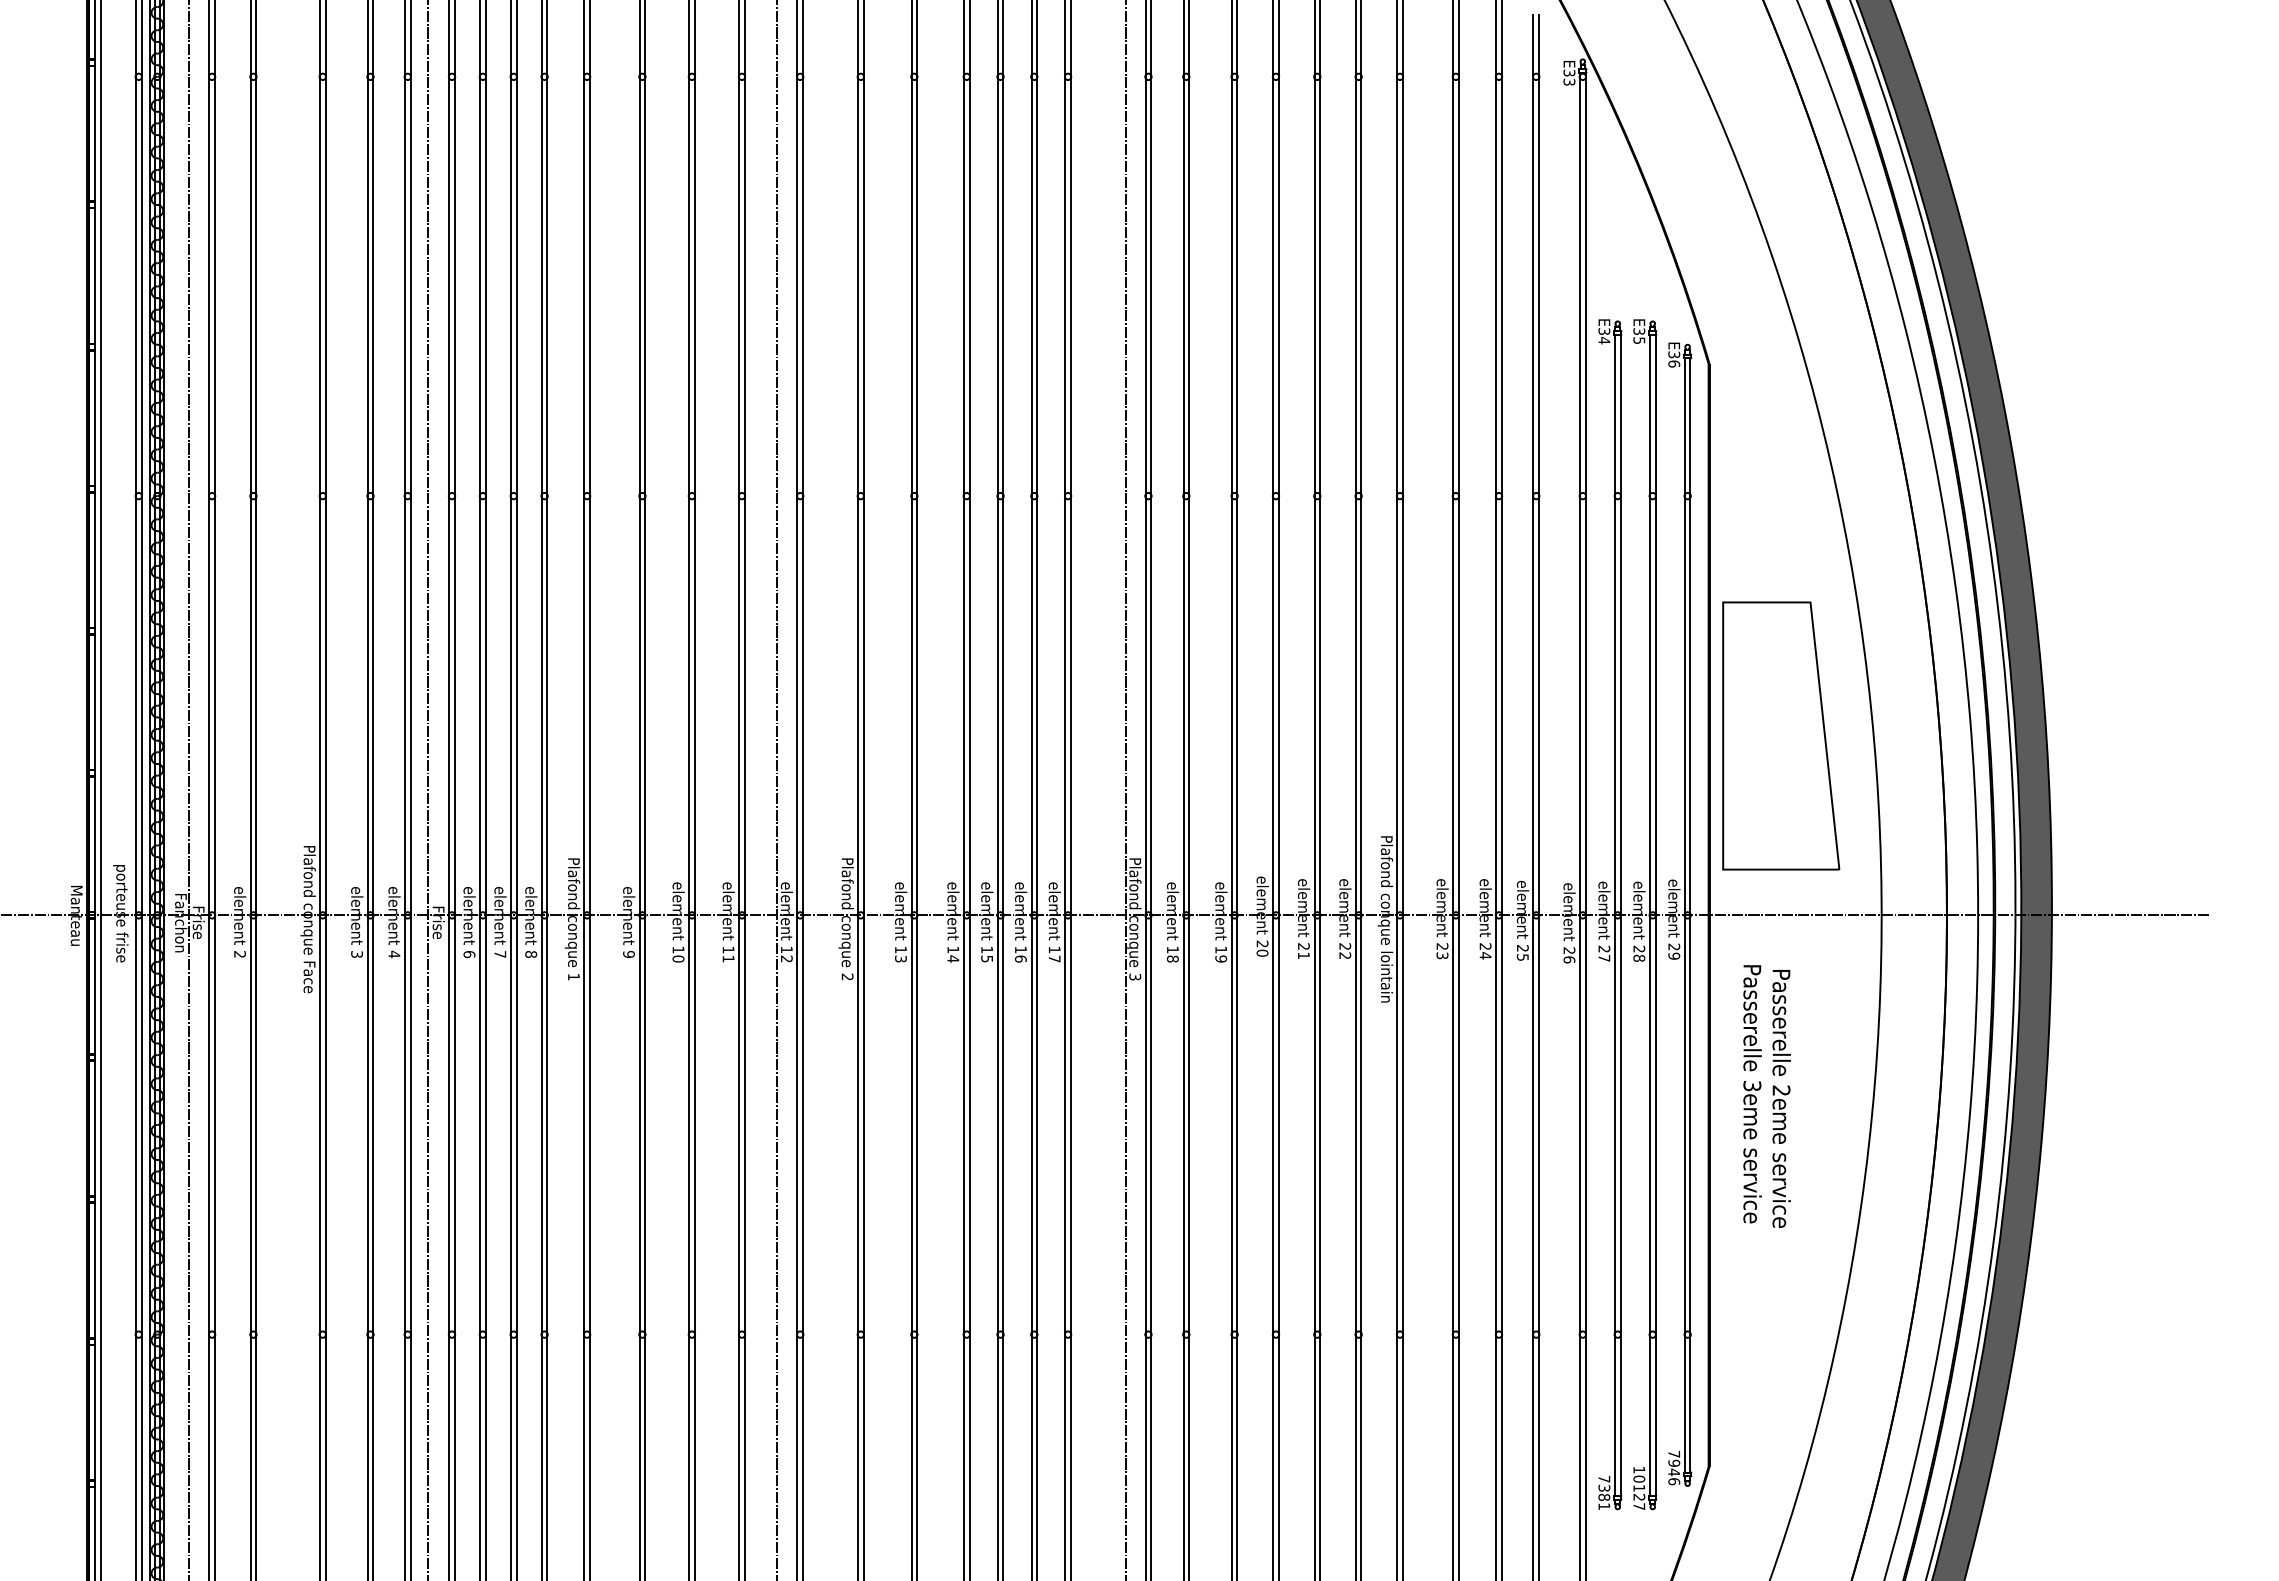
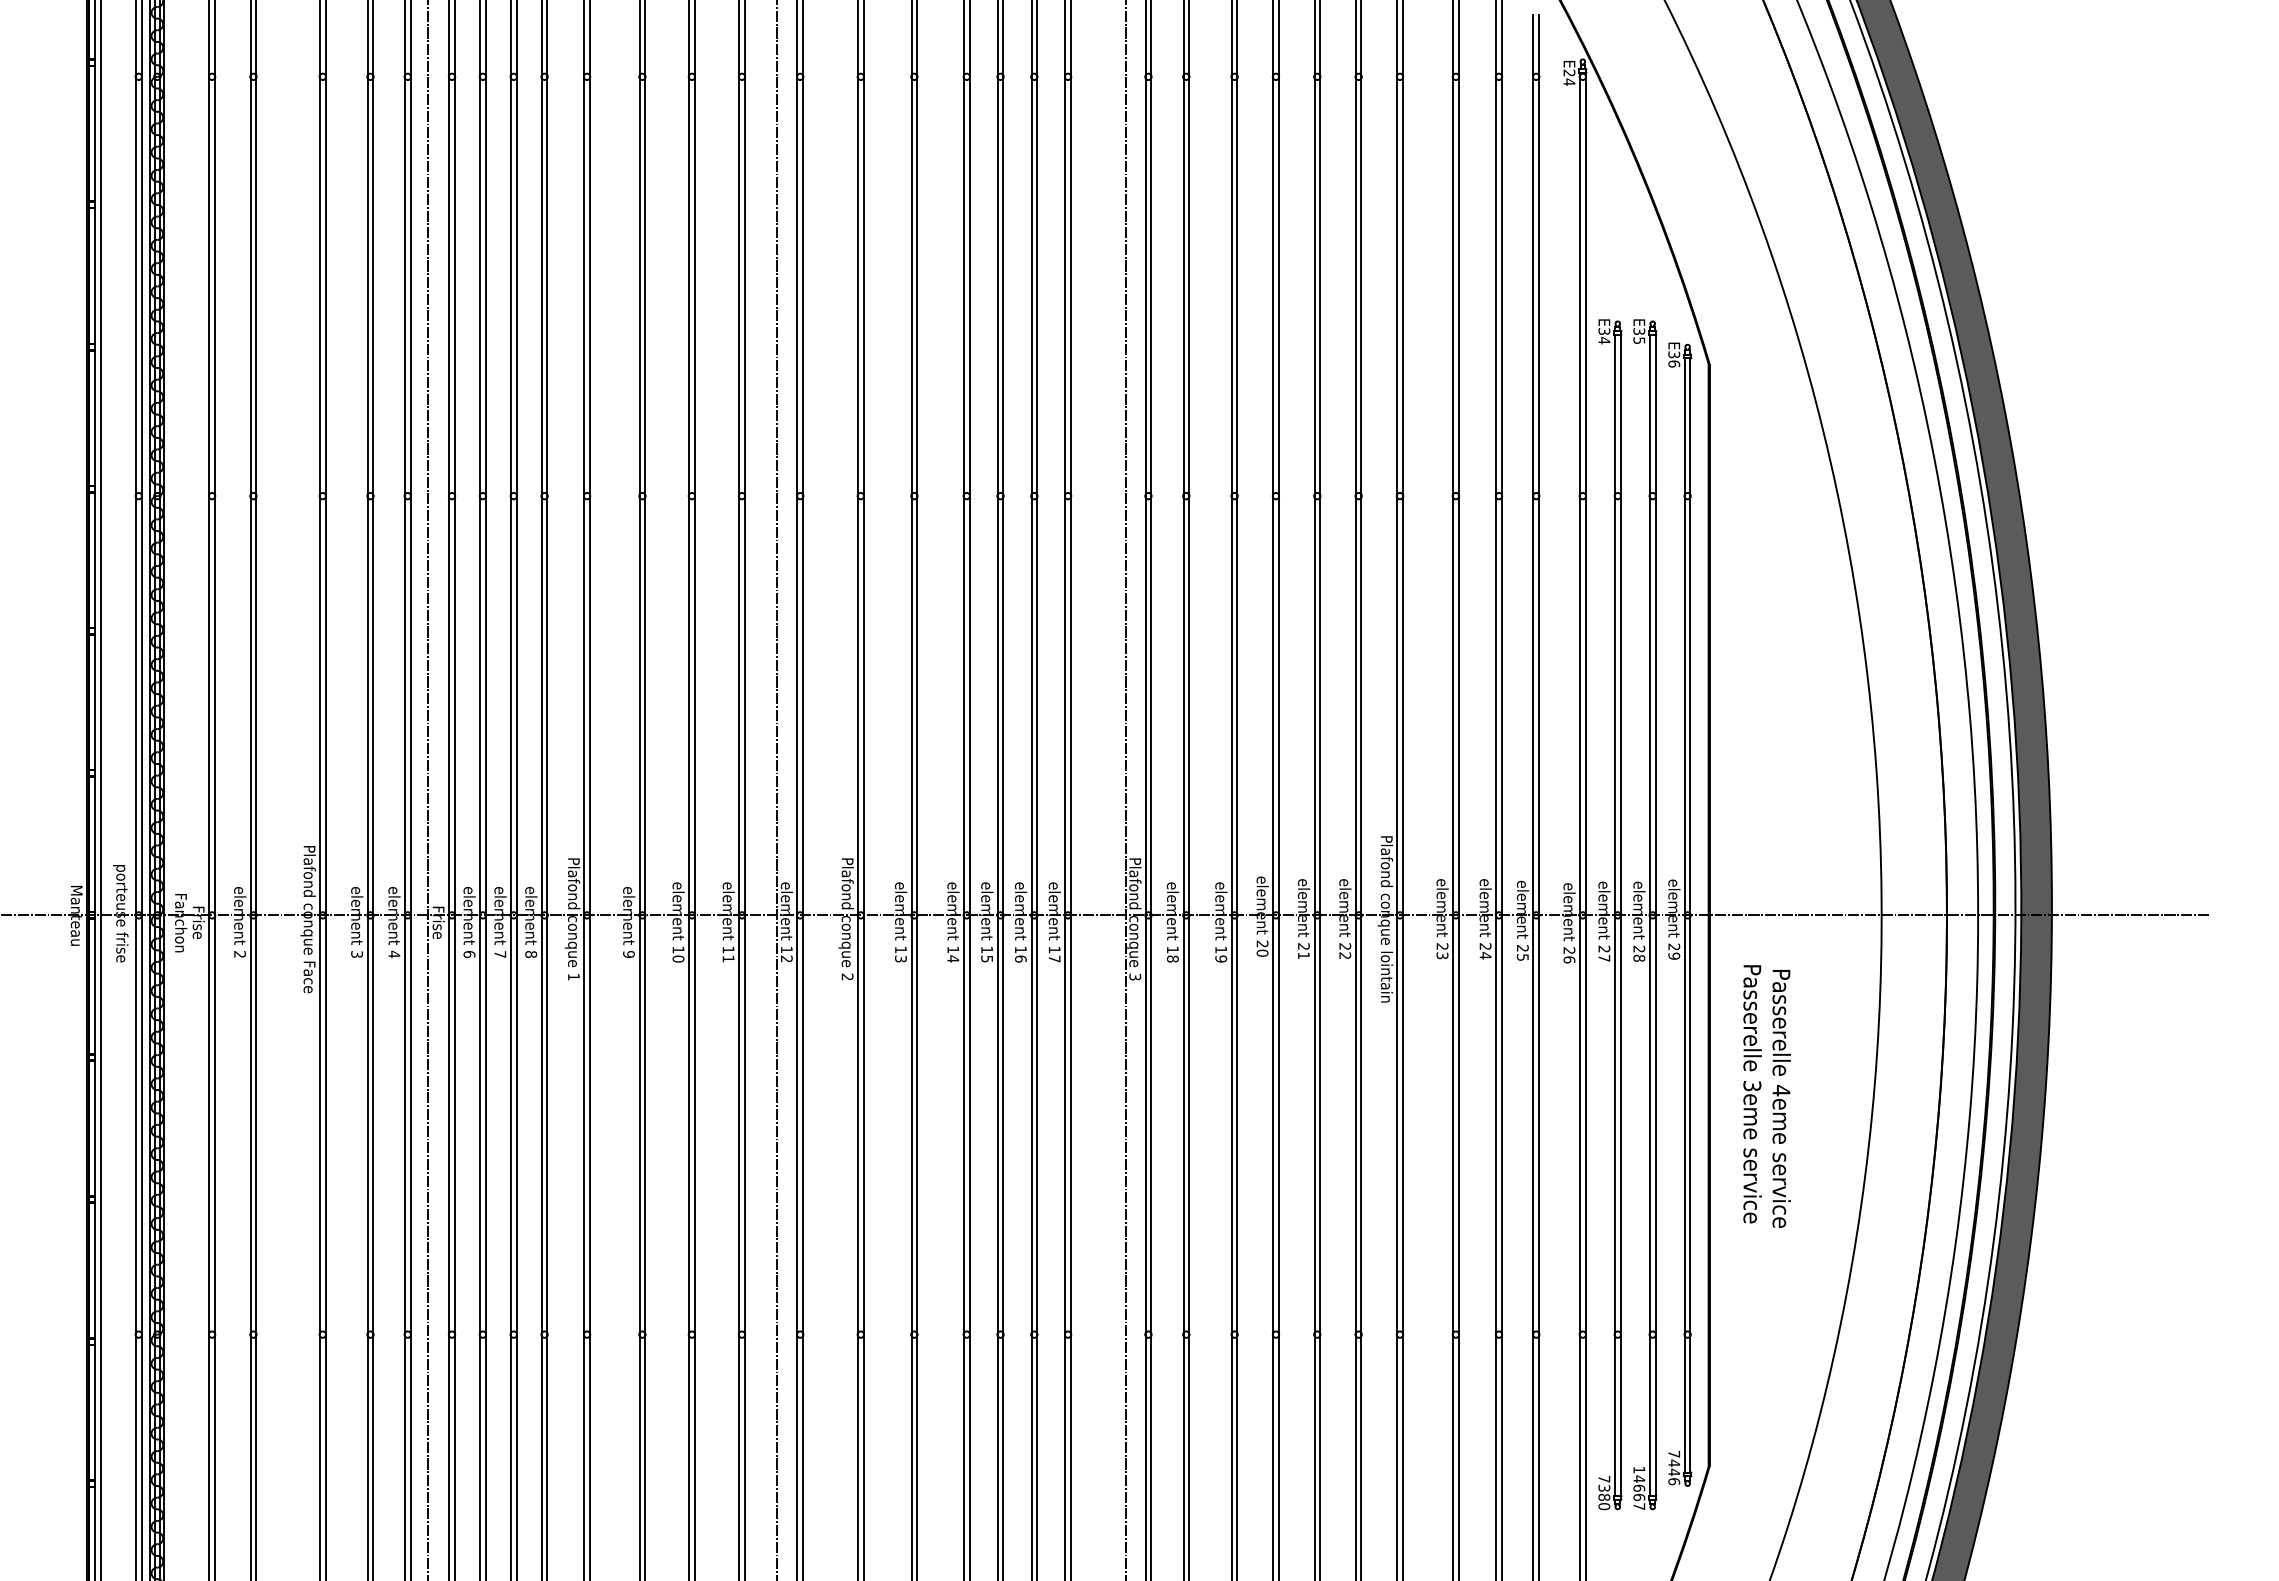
text at (1569, 77): E33 -> E24
part at (1781, 735): present -> none
line at (188, 789): present -> none
text at (1781, 1090): 2eme -> 4eme
text at (1674, 1463): 7946 -> 7446
text at (1639, 1488): 10127 -> 14667
text at (1604, 1506): 7381 -> 7380
